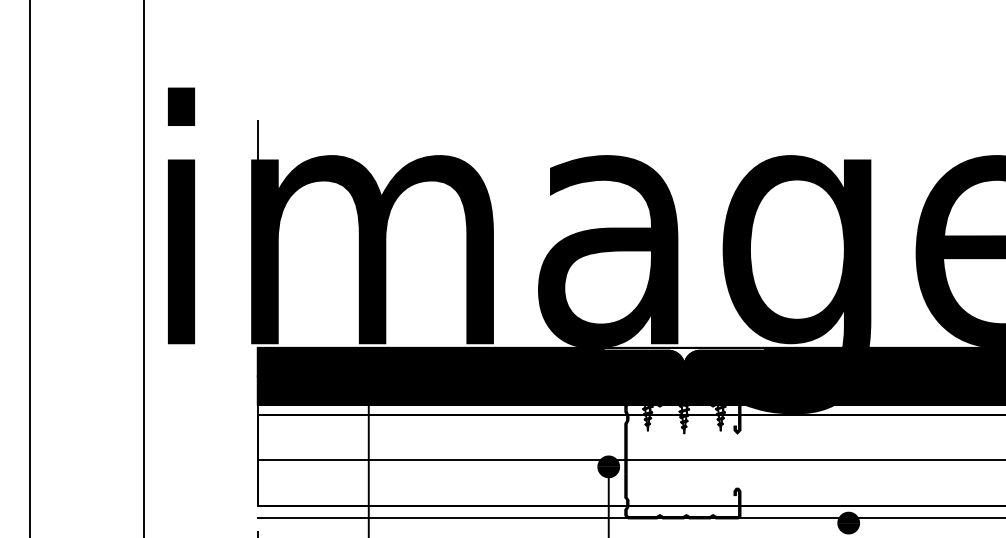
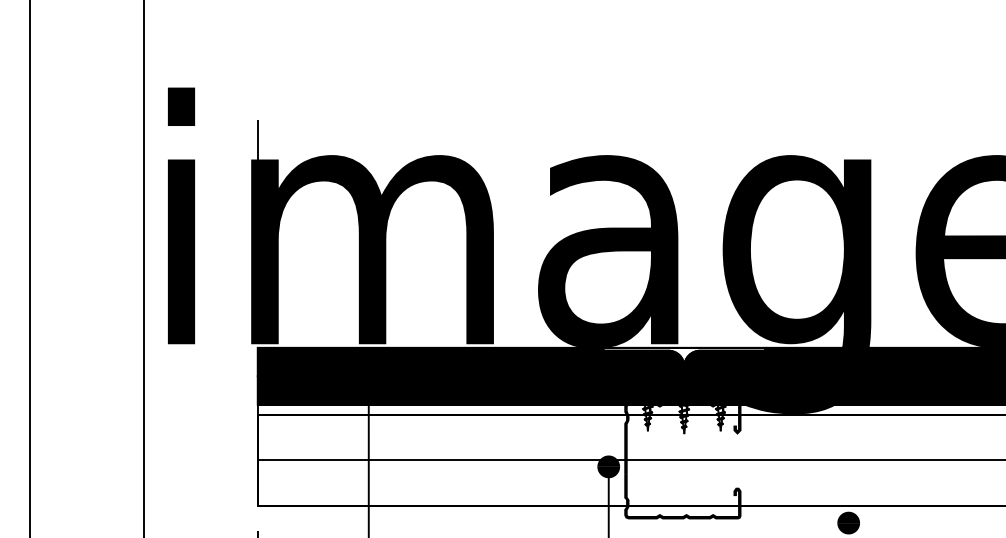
line at (629, 517): present -> none
